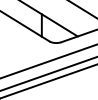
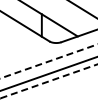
line at (49, 61): solid -> dashed
line at (49, 81): solid -> dashed
